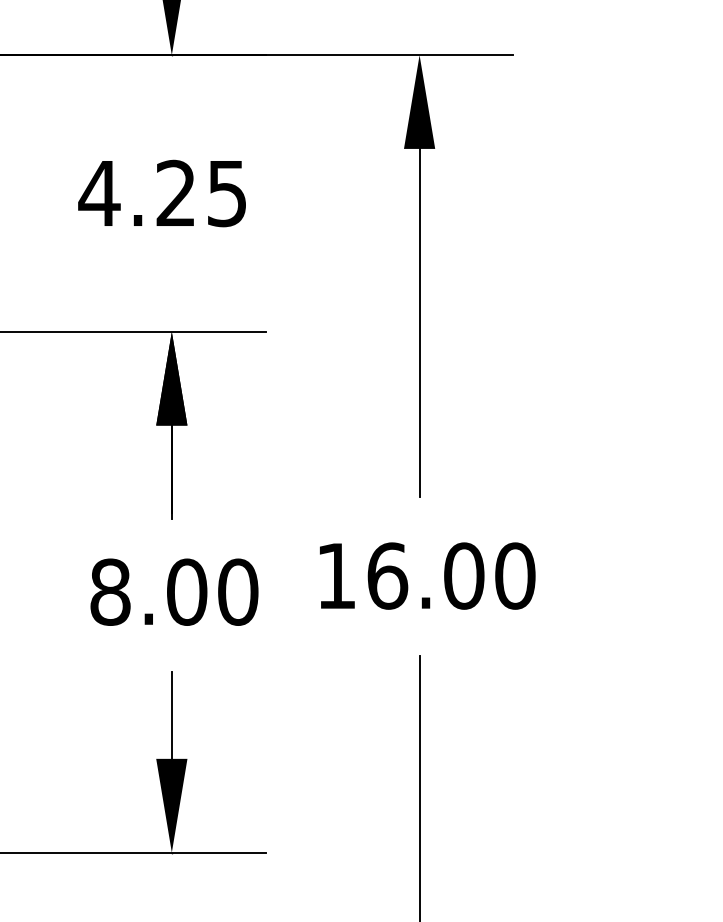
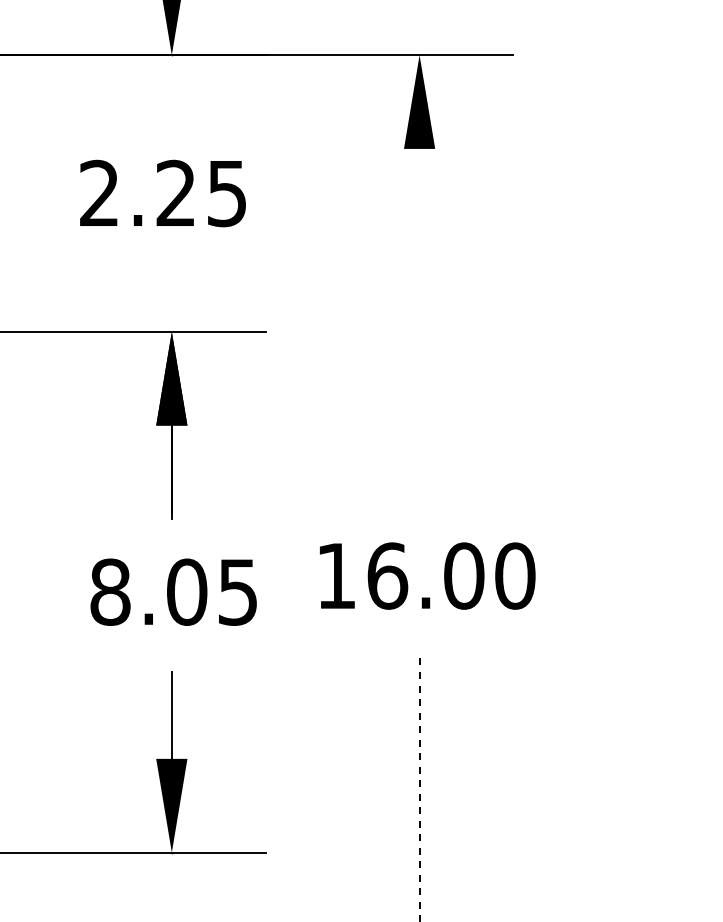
text at (99, 192): 4.25 -> 2.25
line at (419, 322): present -> none
text at (238, 591): 8.00 -> 8.05
line at (419, 788): solid -> dashed
